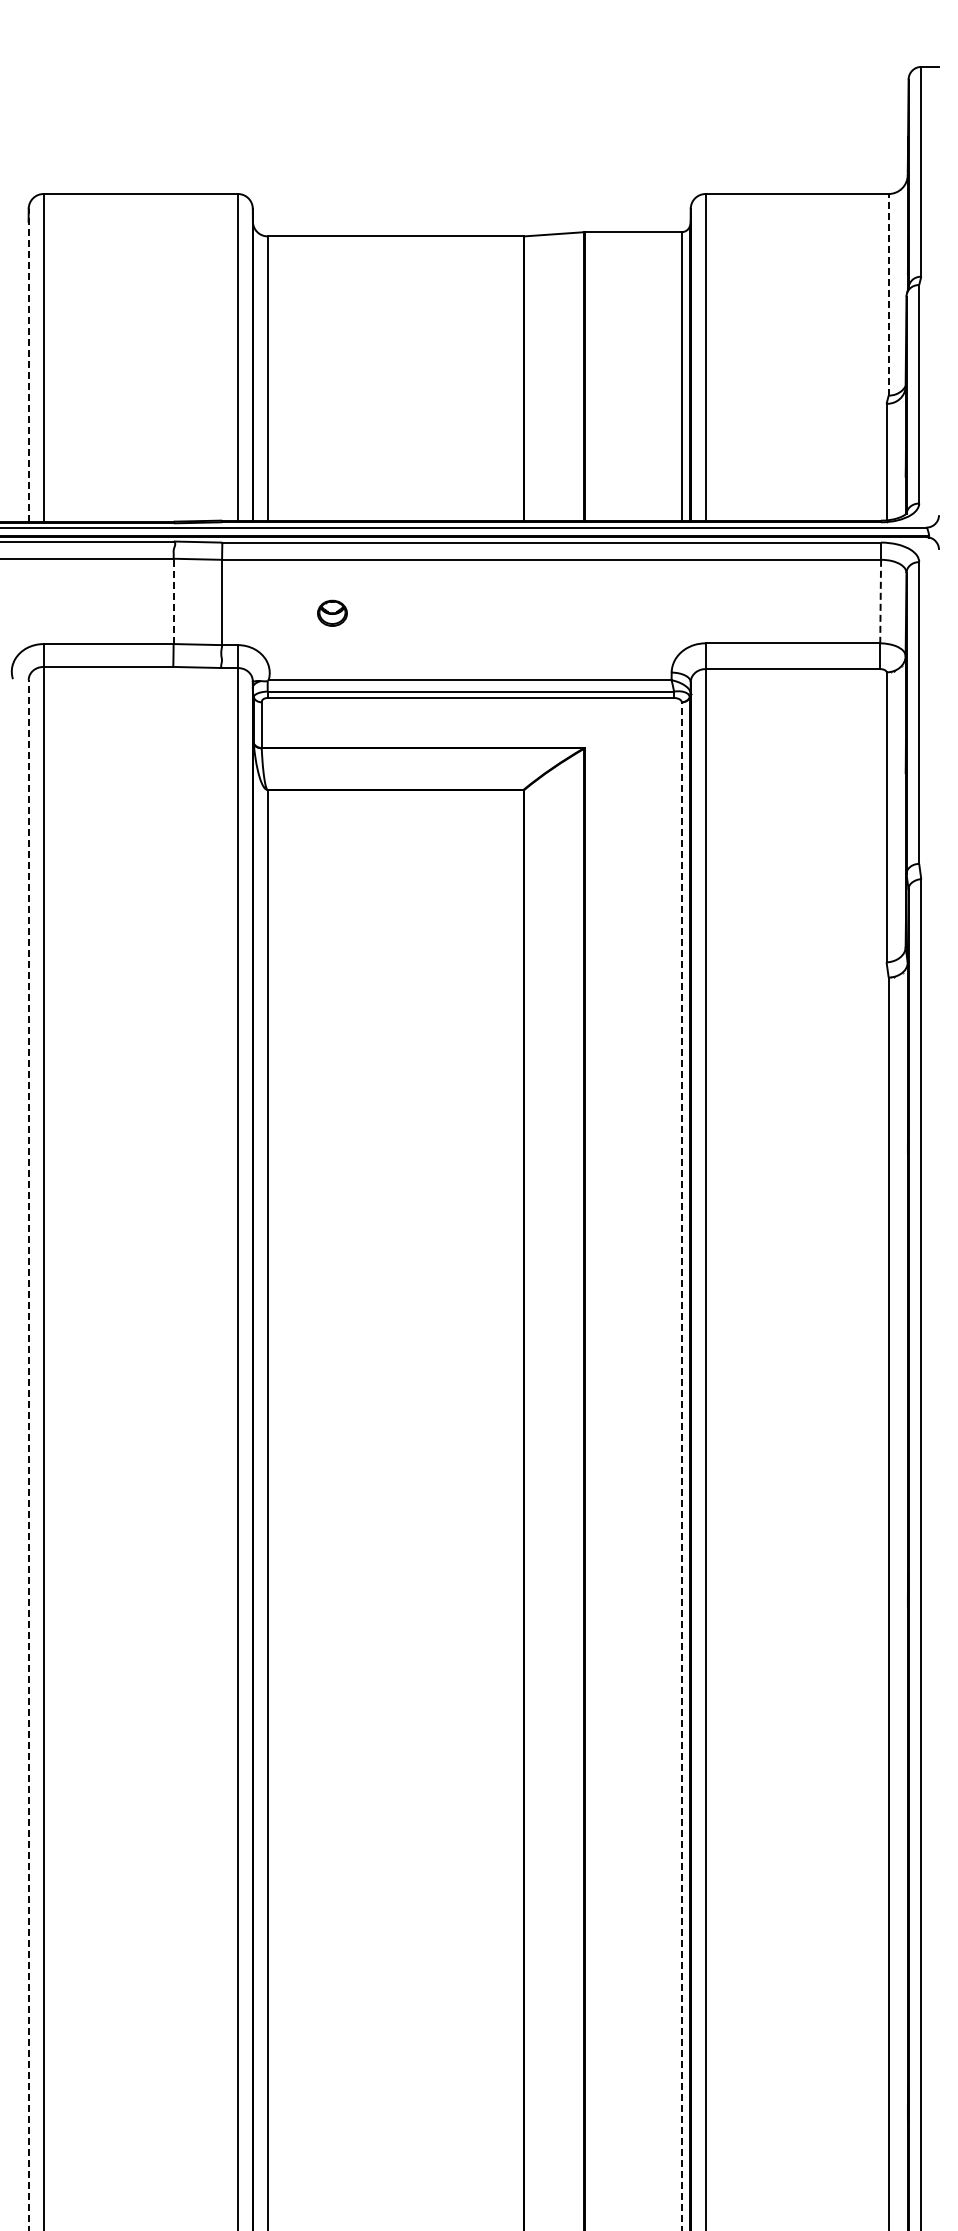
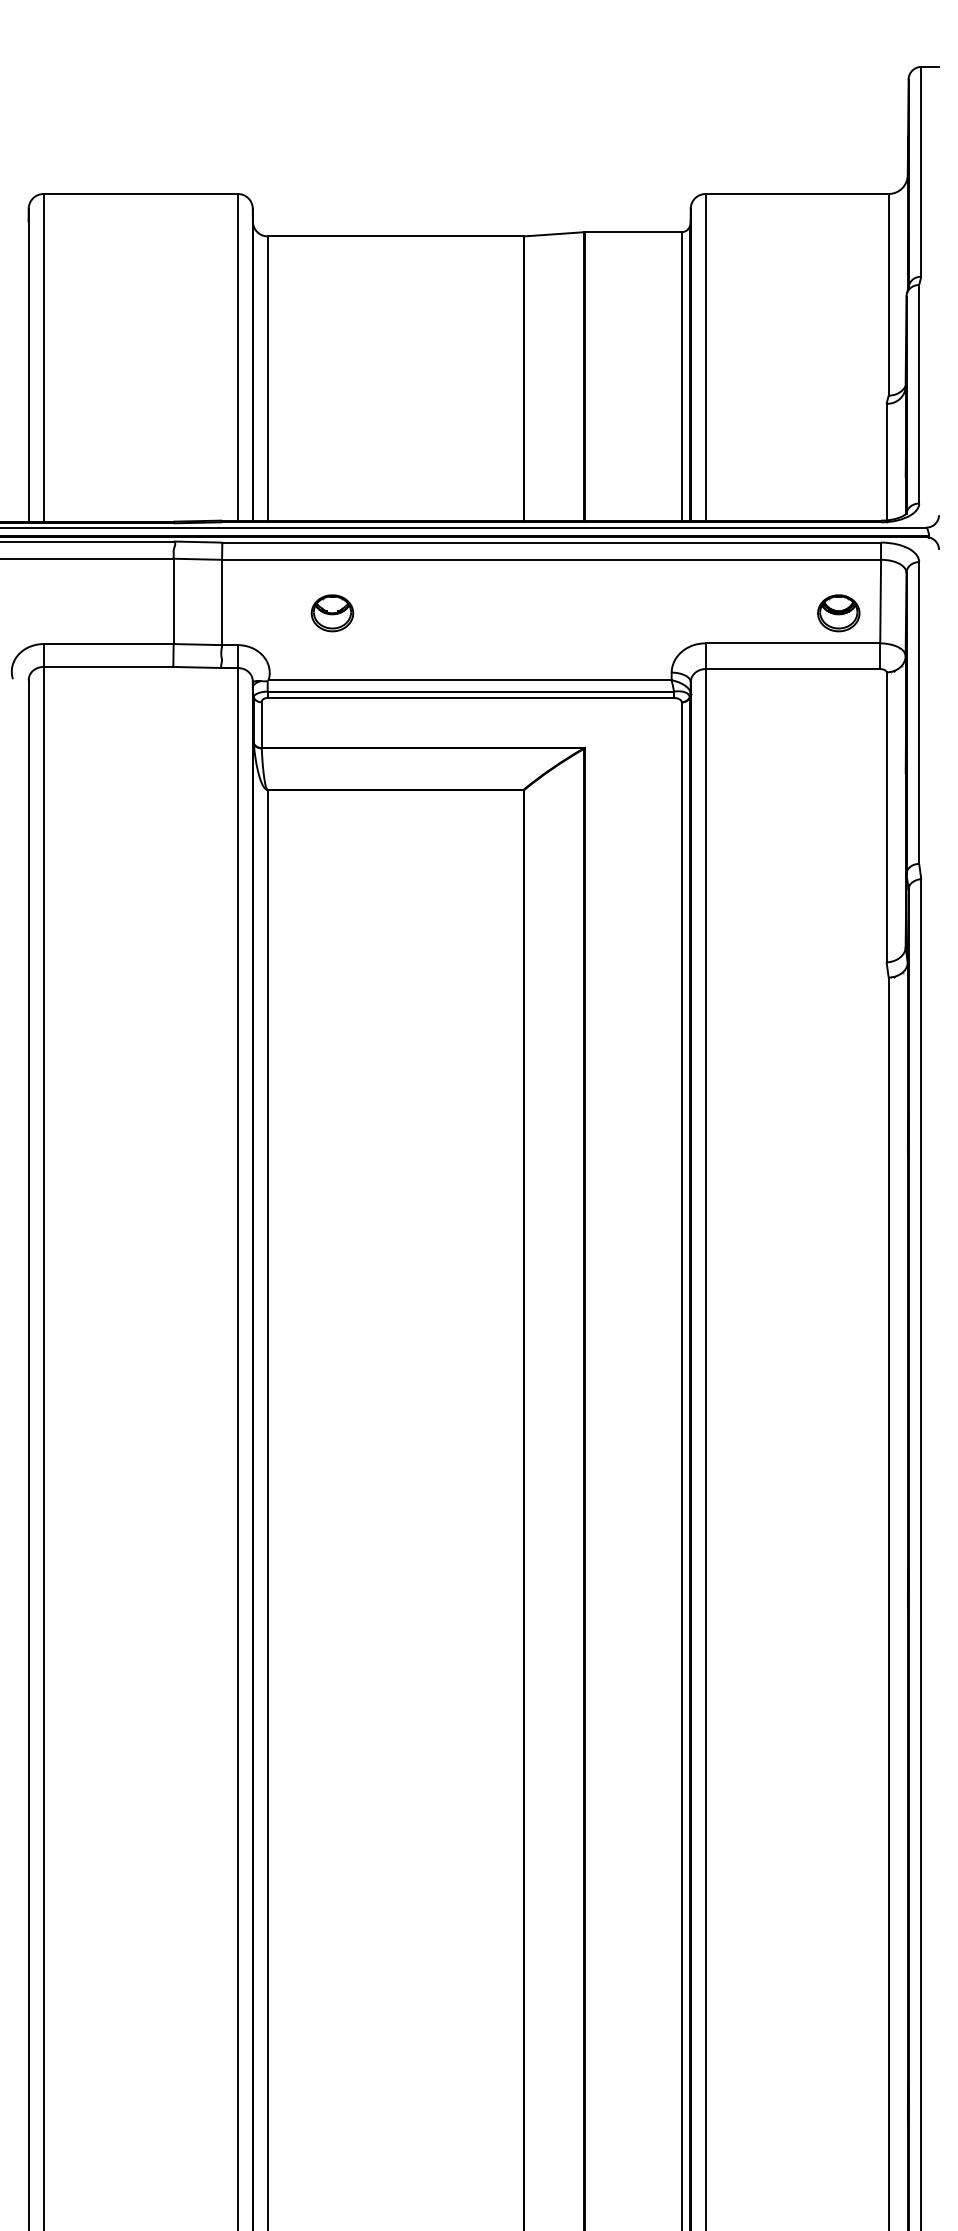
line at (888, 294): dashed -> solid
line at (28, 364): dashed -> solid
line at (173, 601): dashed -> solid
line at (880, 601): dashed -> solid
part at (332, 612) size: 31x28 px -> 45x39 px
part at (838, 613): none -> present
line at (28, 1454): dashed -> solid
line at (681, 1466): dashed -> solid
